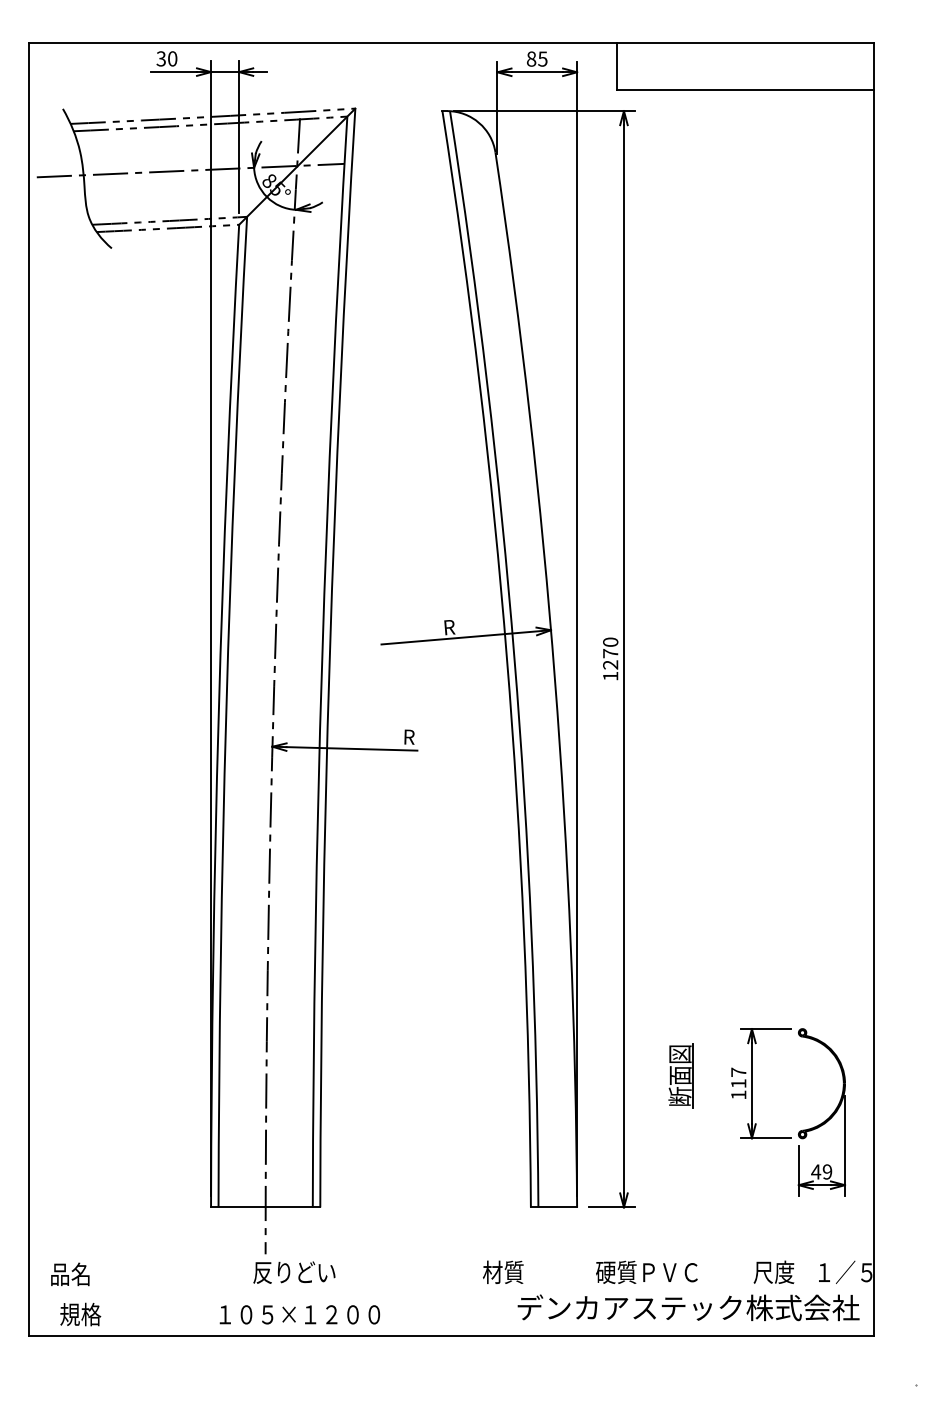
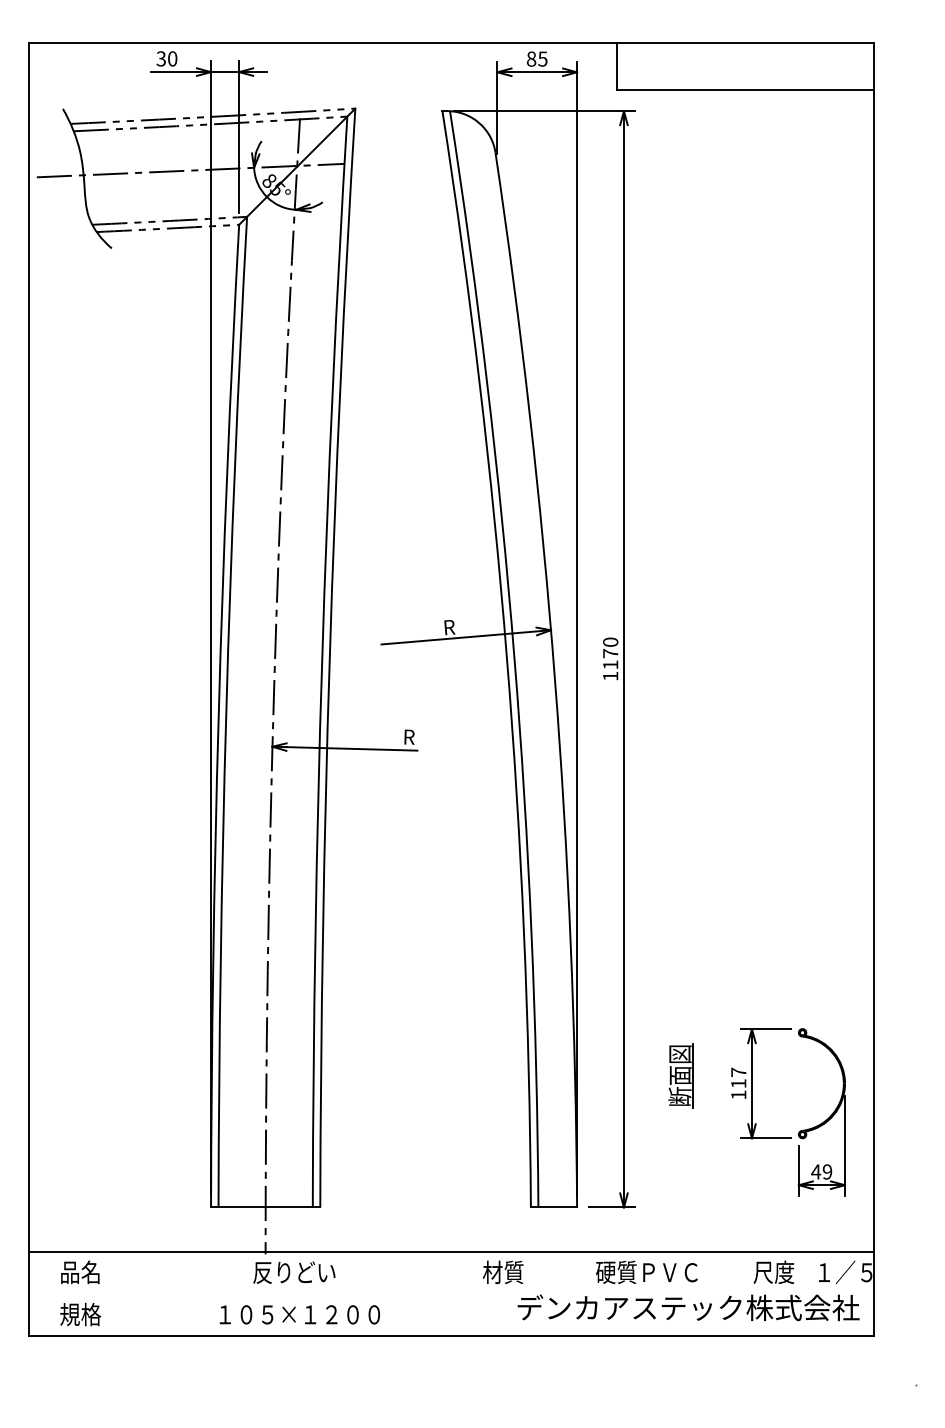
text at (610, 664): 1270 -> 1170
line at (451, 1251): none -> present
text at (70, 1274) position: (70, 1274) -> (80, 1272)
